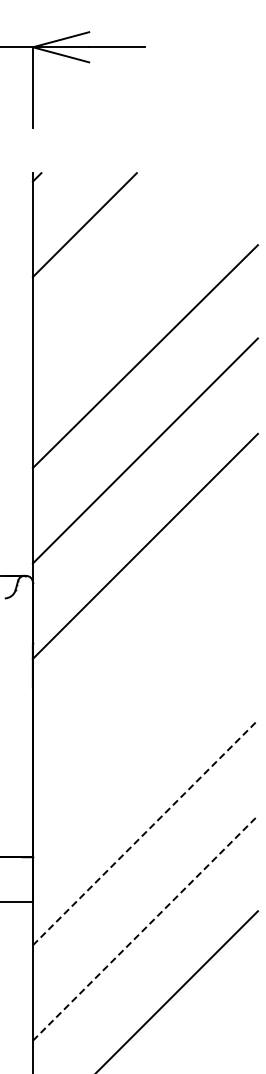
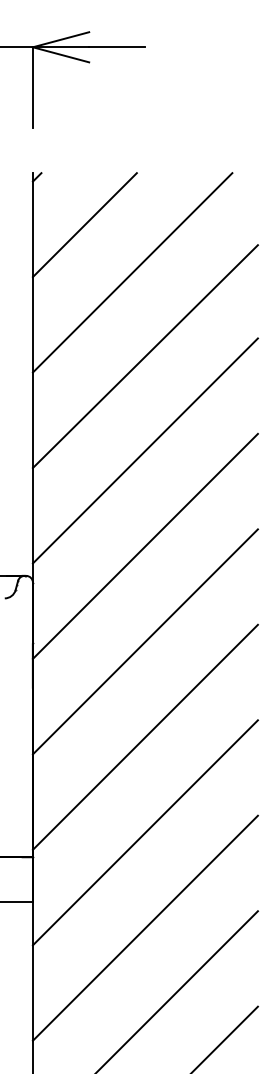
line at (132, 272): none -> present
line at (144, 641): none -> present
line at (144, 736): none -> present
line at (145, 832): dashed -> solid
line at (145, 927): dashed -> solid
line at (225, 1038): none -> present
